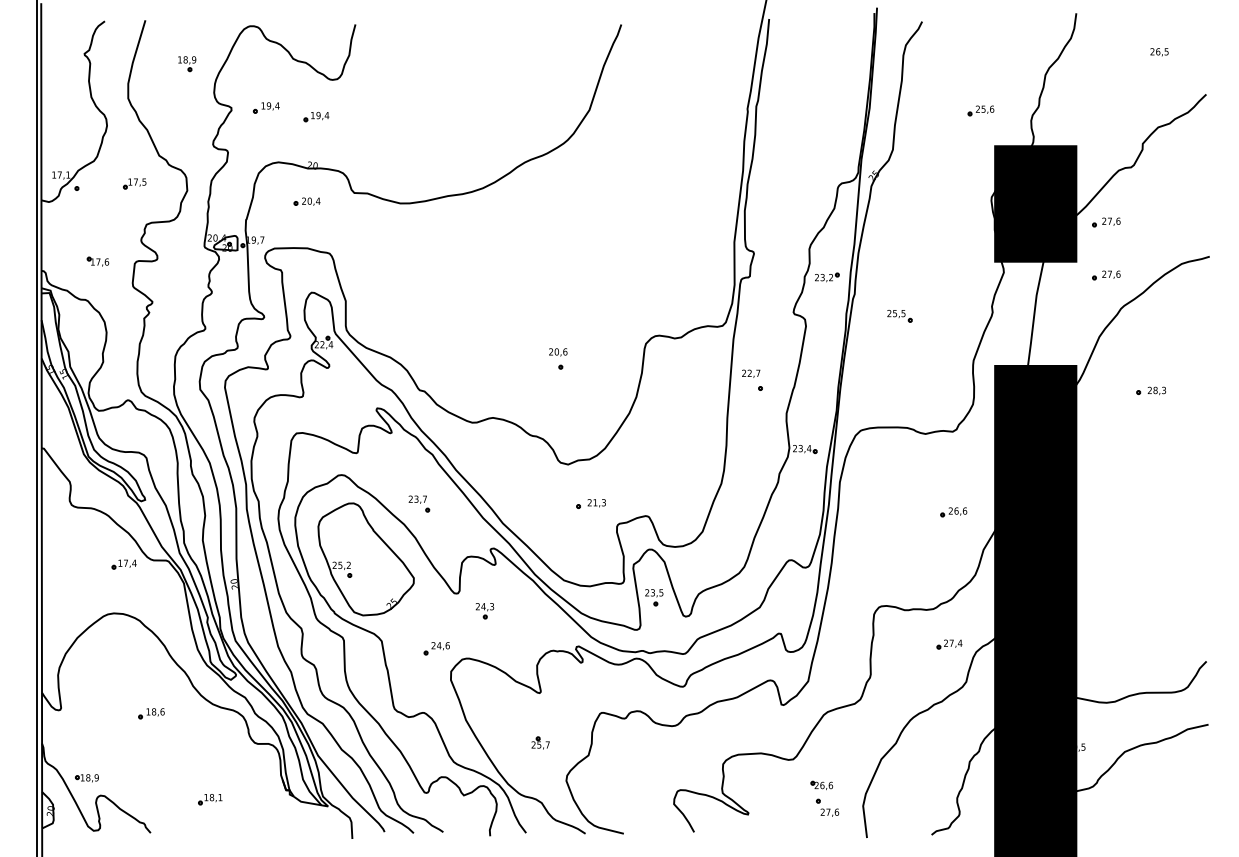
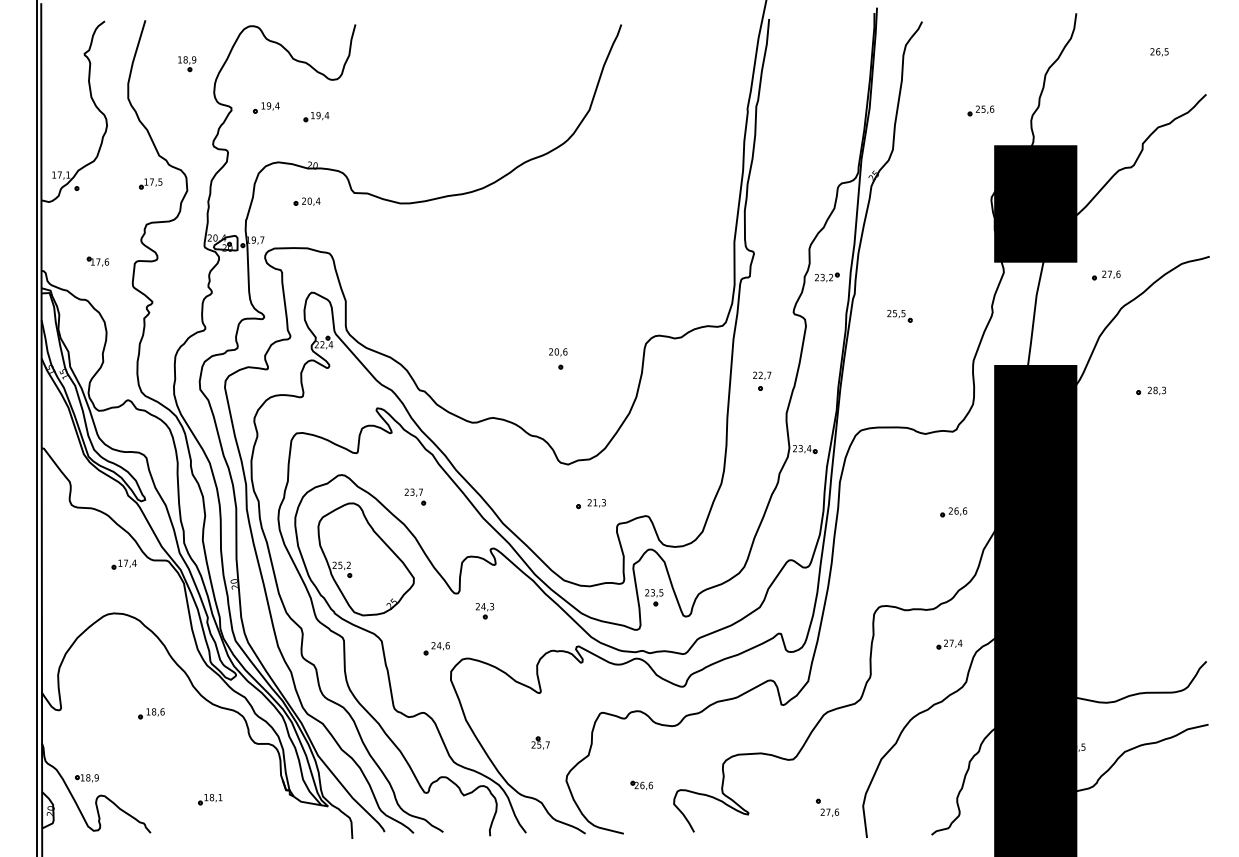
part at (134, 183) position: (134, 183) -> (150, 183)
part at (1106, 222): present -> none
text at (751, 373) position: (751, 373) -> (762, 375)
part at (419, 503) position: (419, 503) -> (415, 496)
part at (821, 785) position: (821, 785) -> (641, 785)
